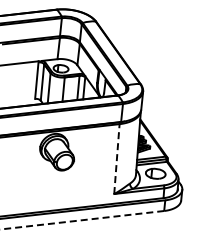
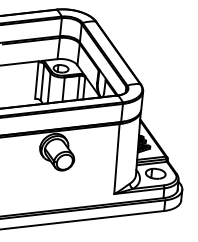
line at (116, 158): dashed -> solid
line at (81, 220): dashed -> solid
